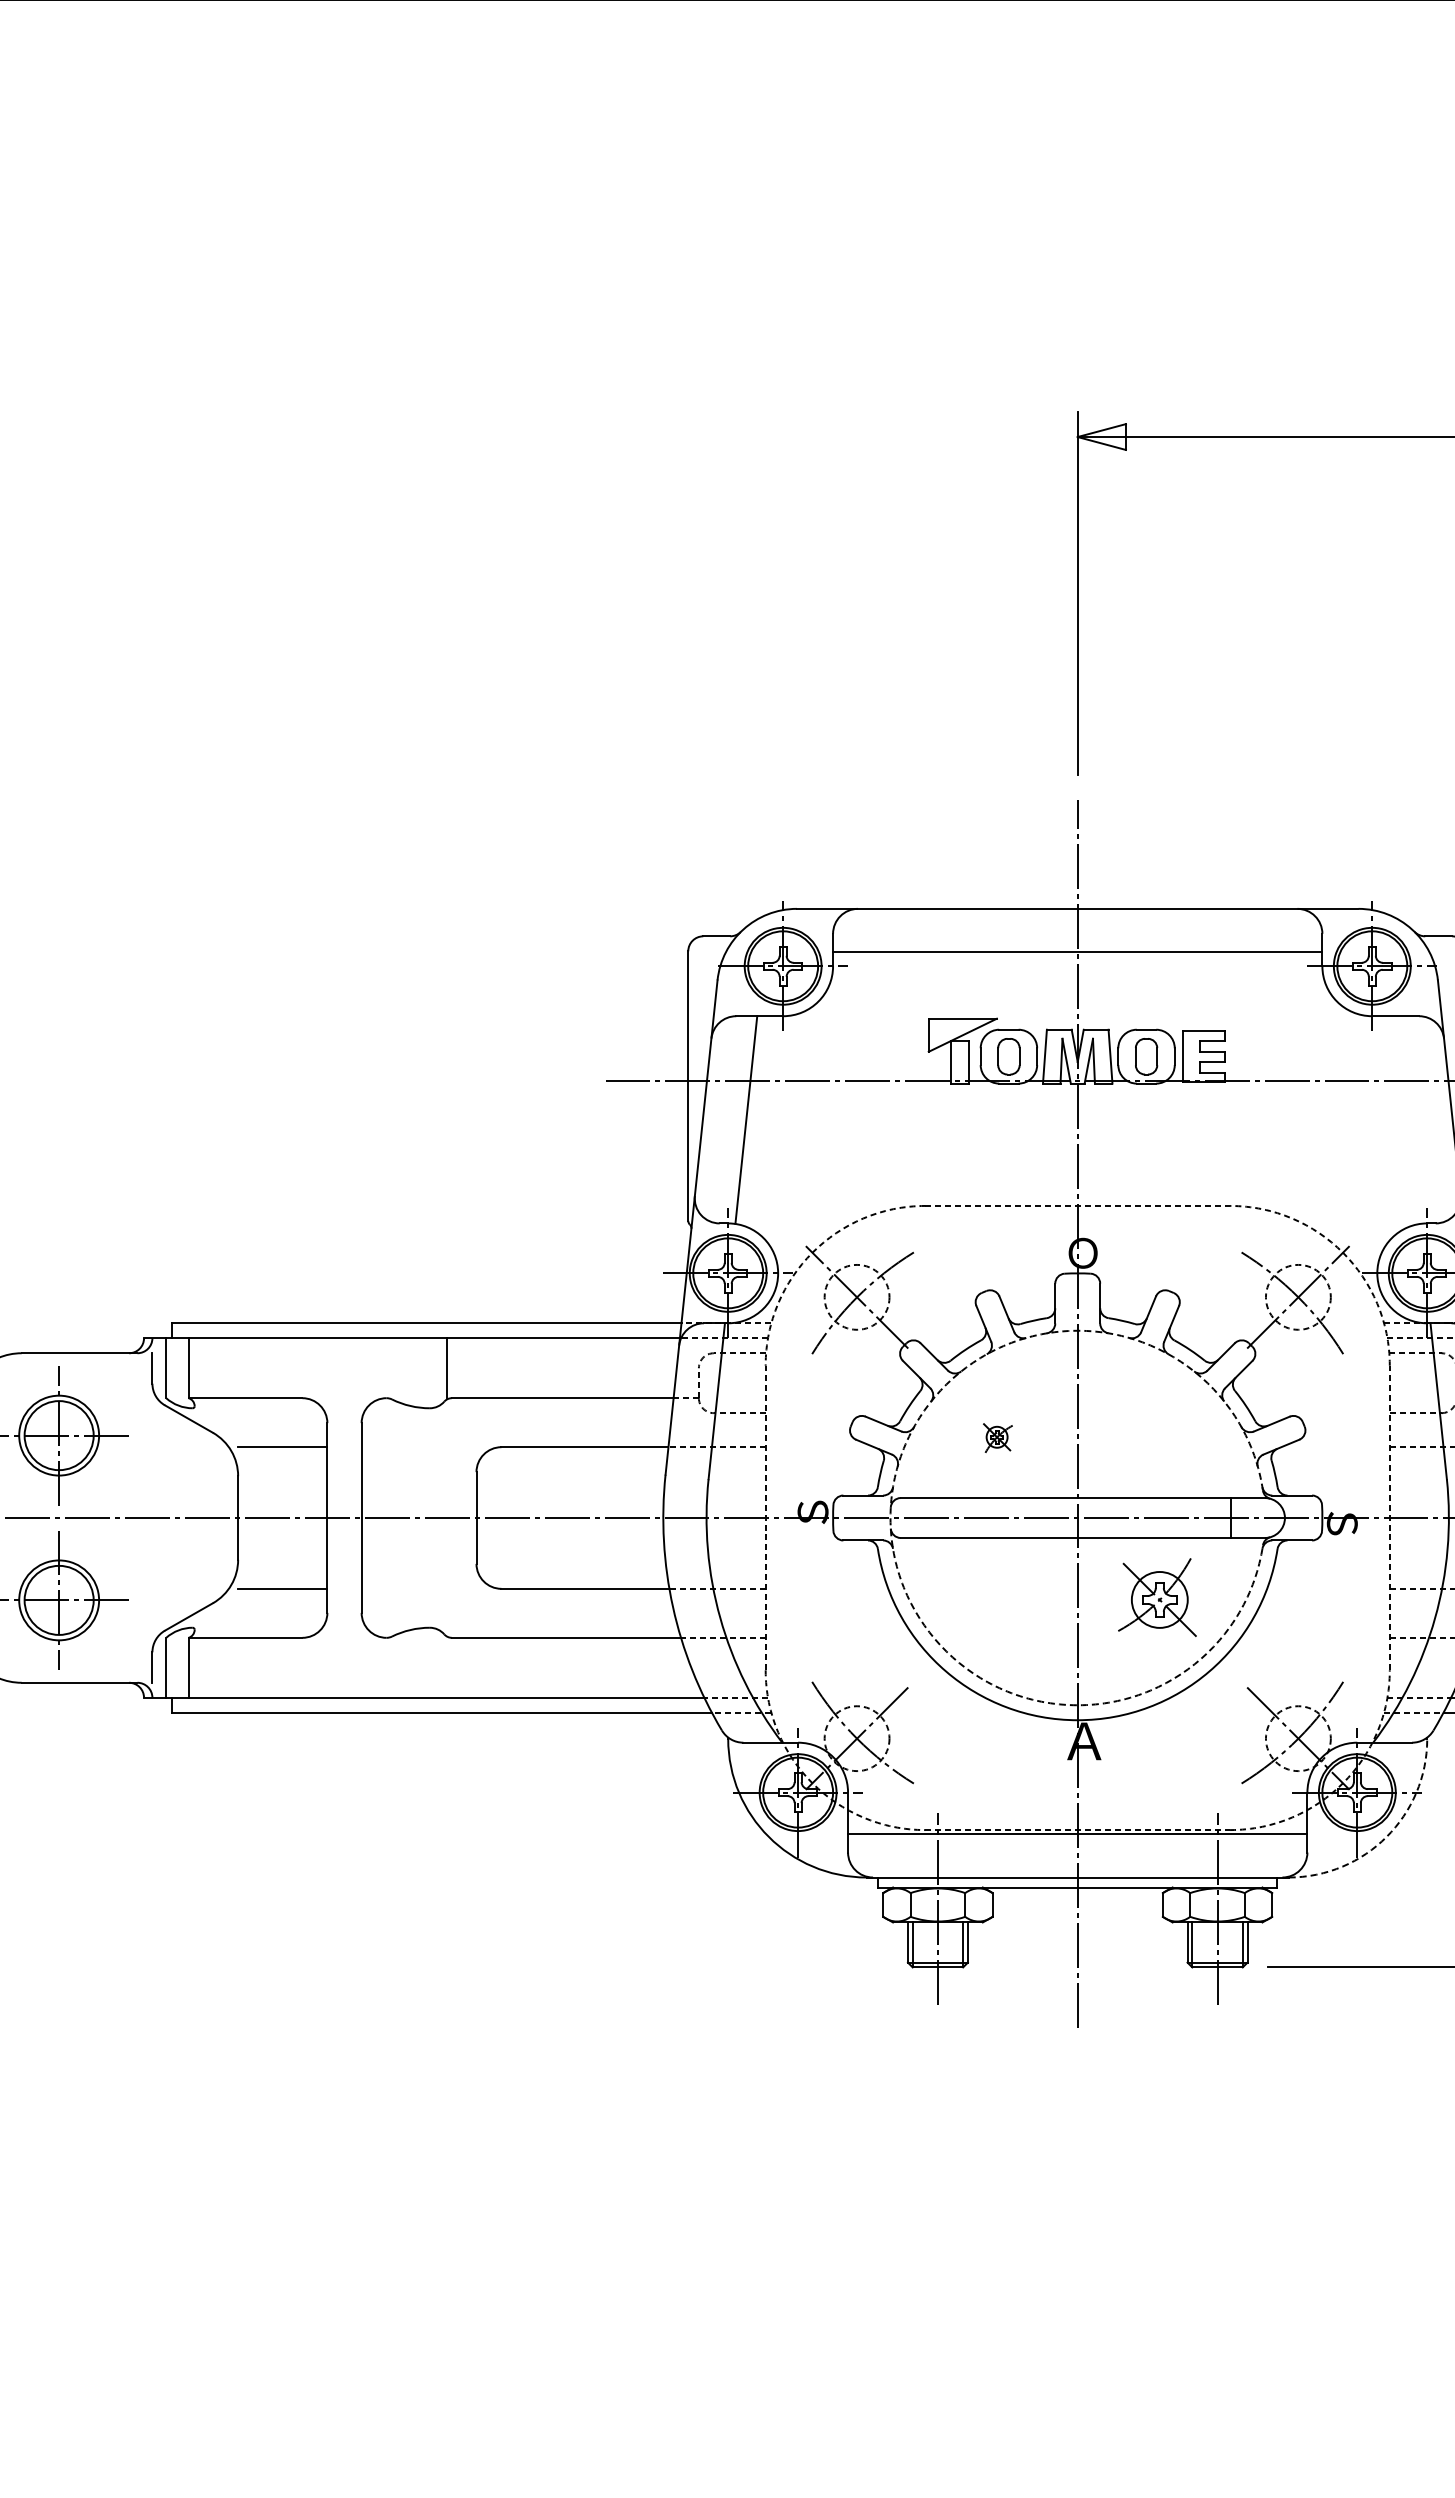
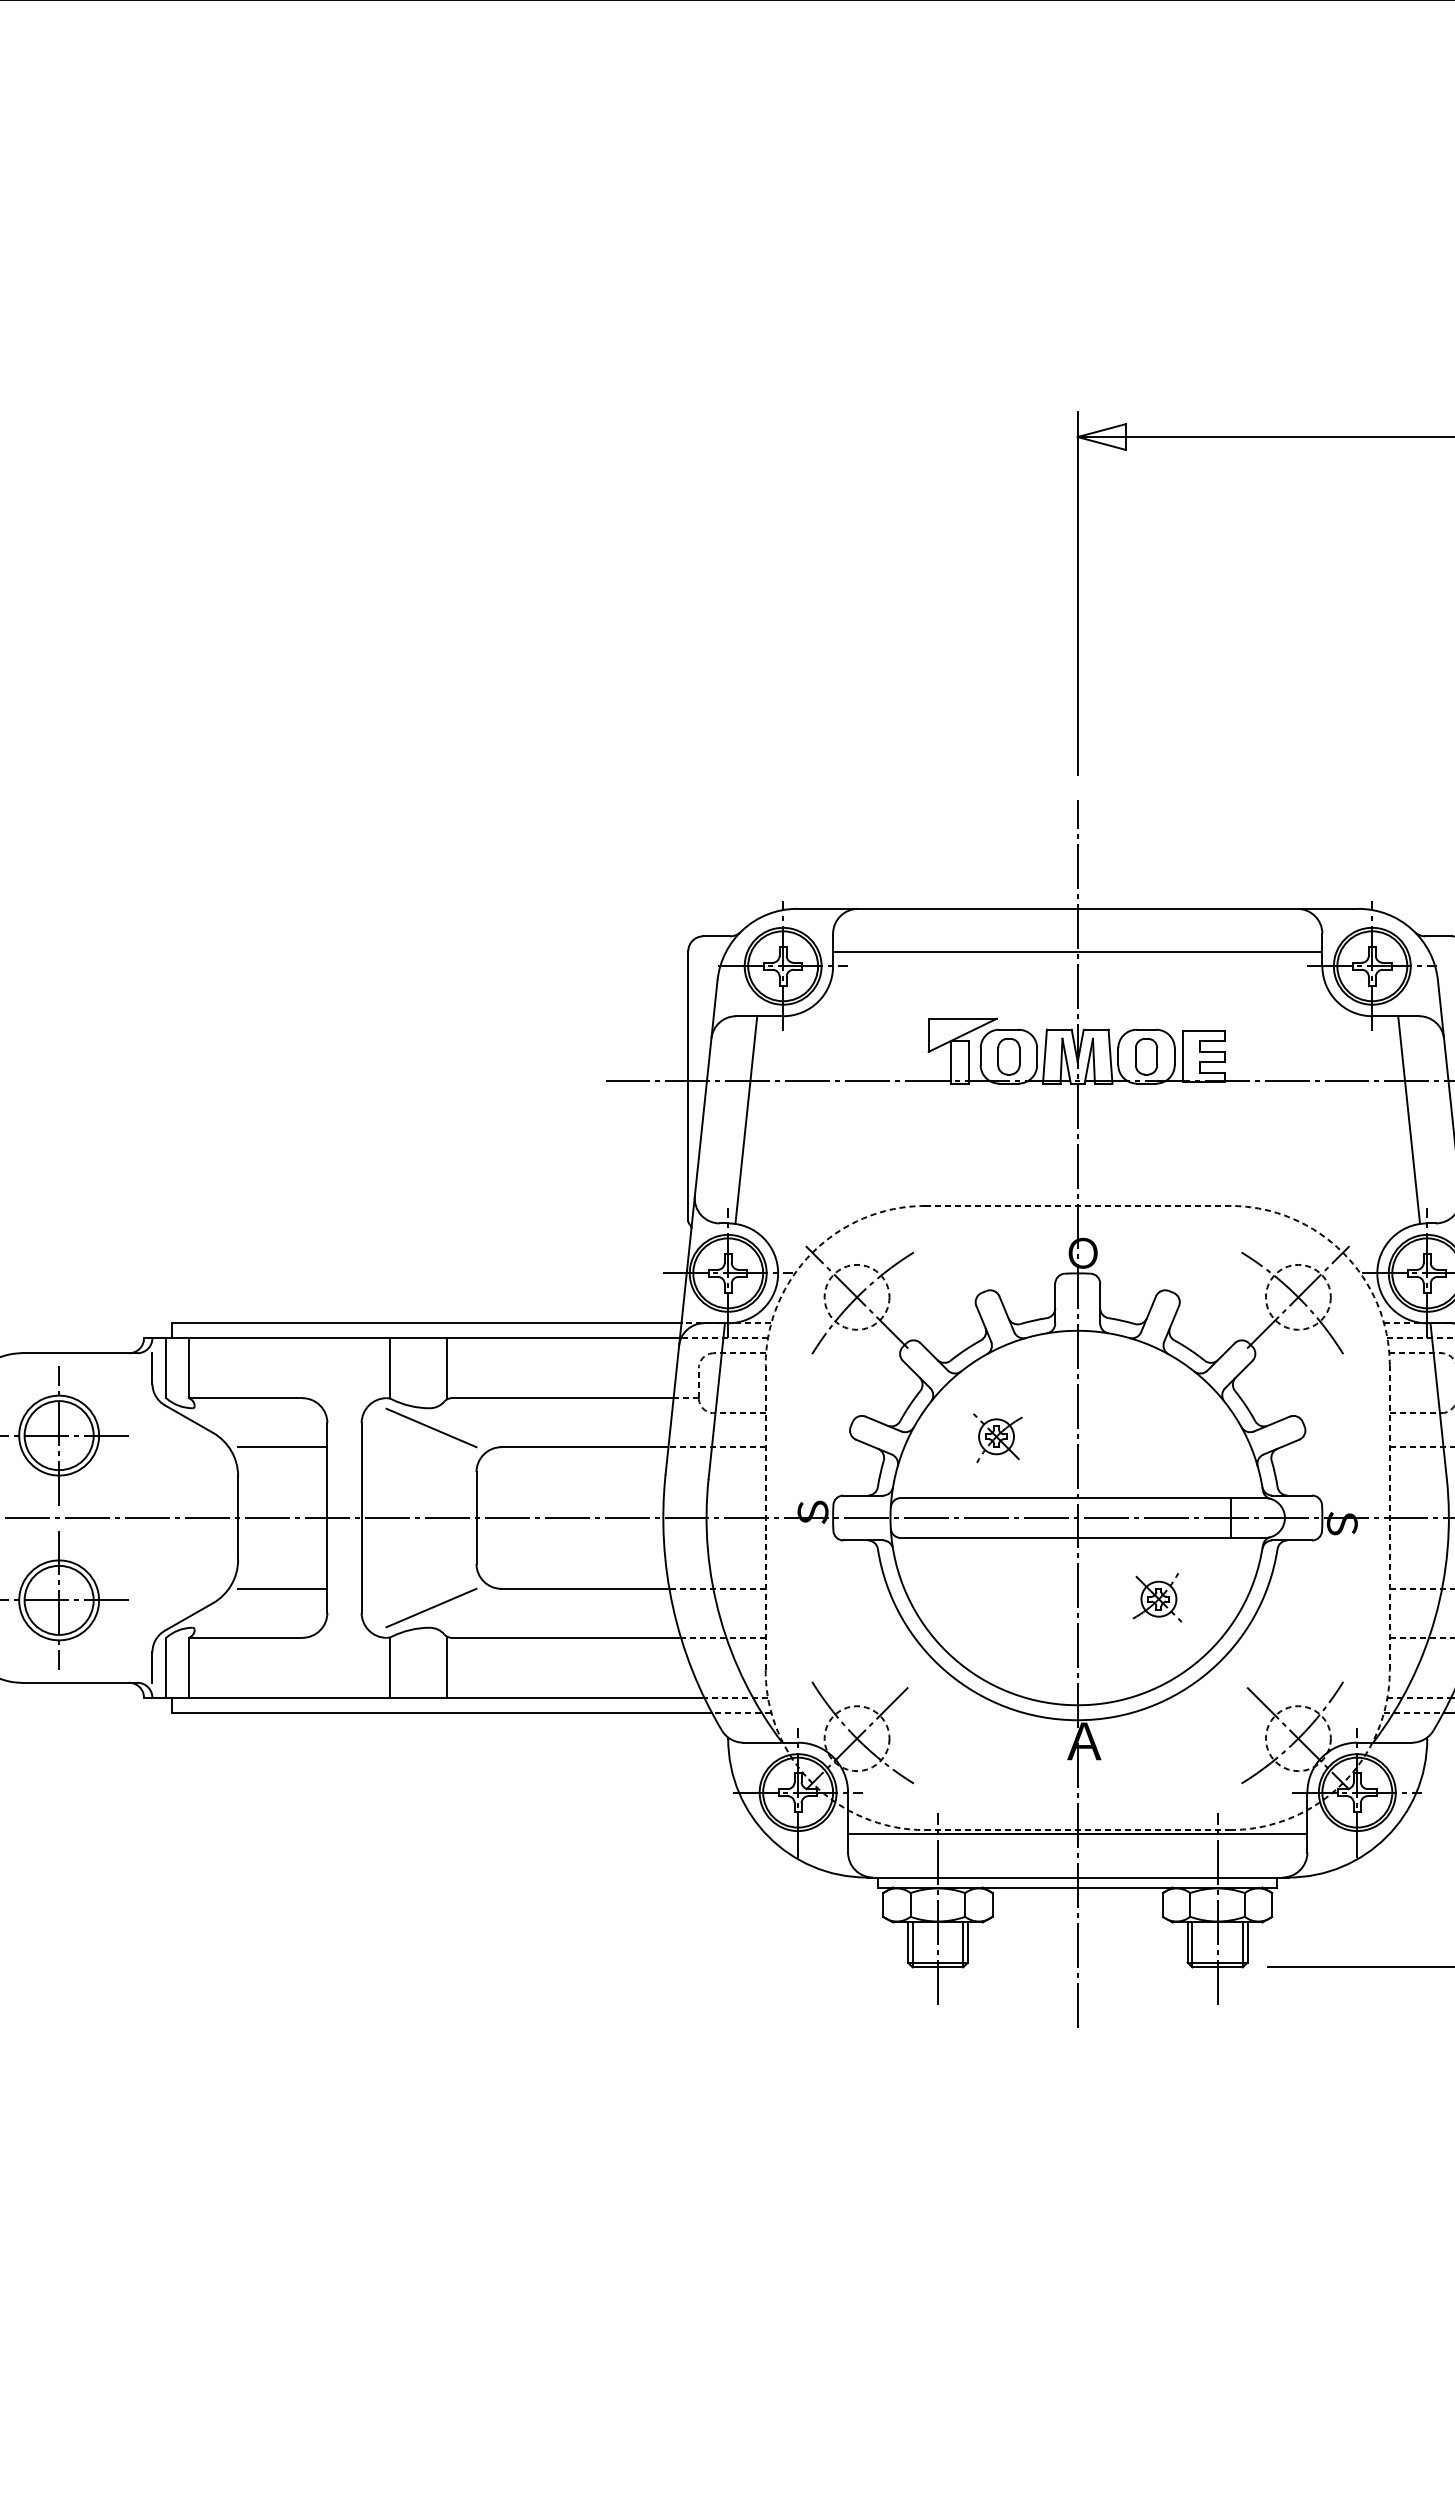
line at (1409, 1119): none -> present
line at (389, 1368): none -> present
line at (431, 1427): none -> present
part at (997, 1437) size: 30x30 px -> 50x50 px
arc at (890, 1518): dashed -> solid
part at (1157, 1597) size: 79x79 px -> 51x50 px
line at (431, 1607): none -> present
line at (389, 1667): none -> present
line at (446, 1667): none -> present
arc at (1386, 1836): dashed -> solid
